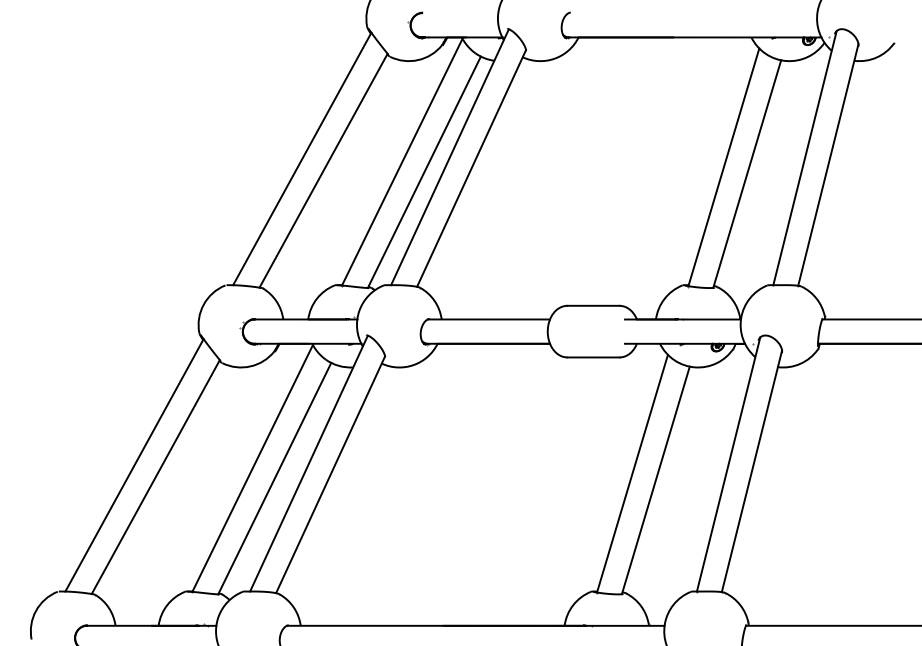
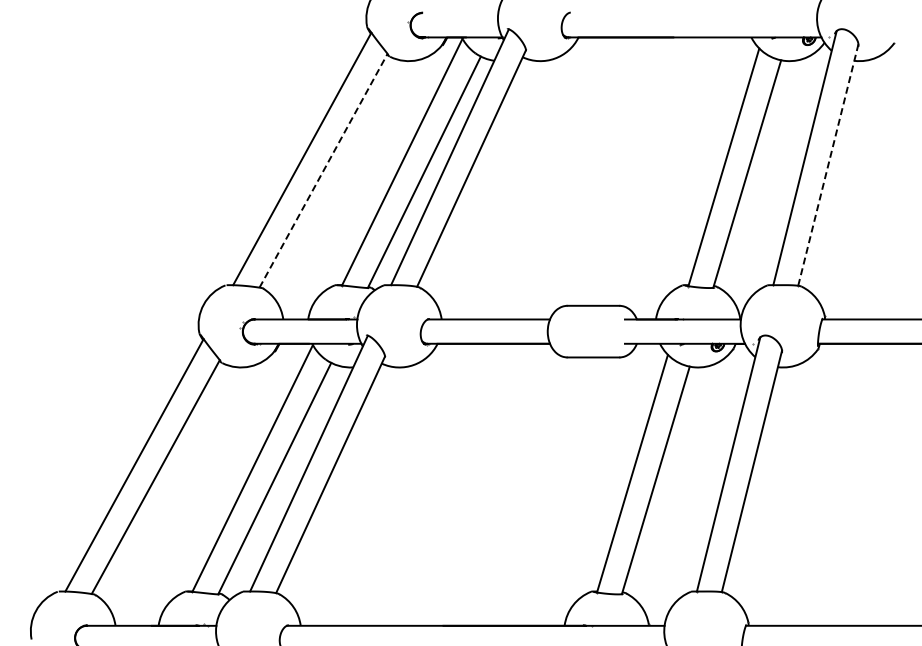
line at (828, 164): solid -> dashed
line at (323, 170): solid -> dashed
